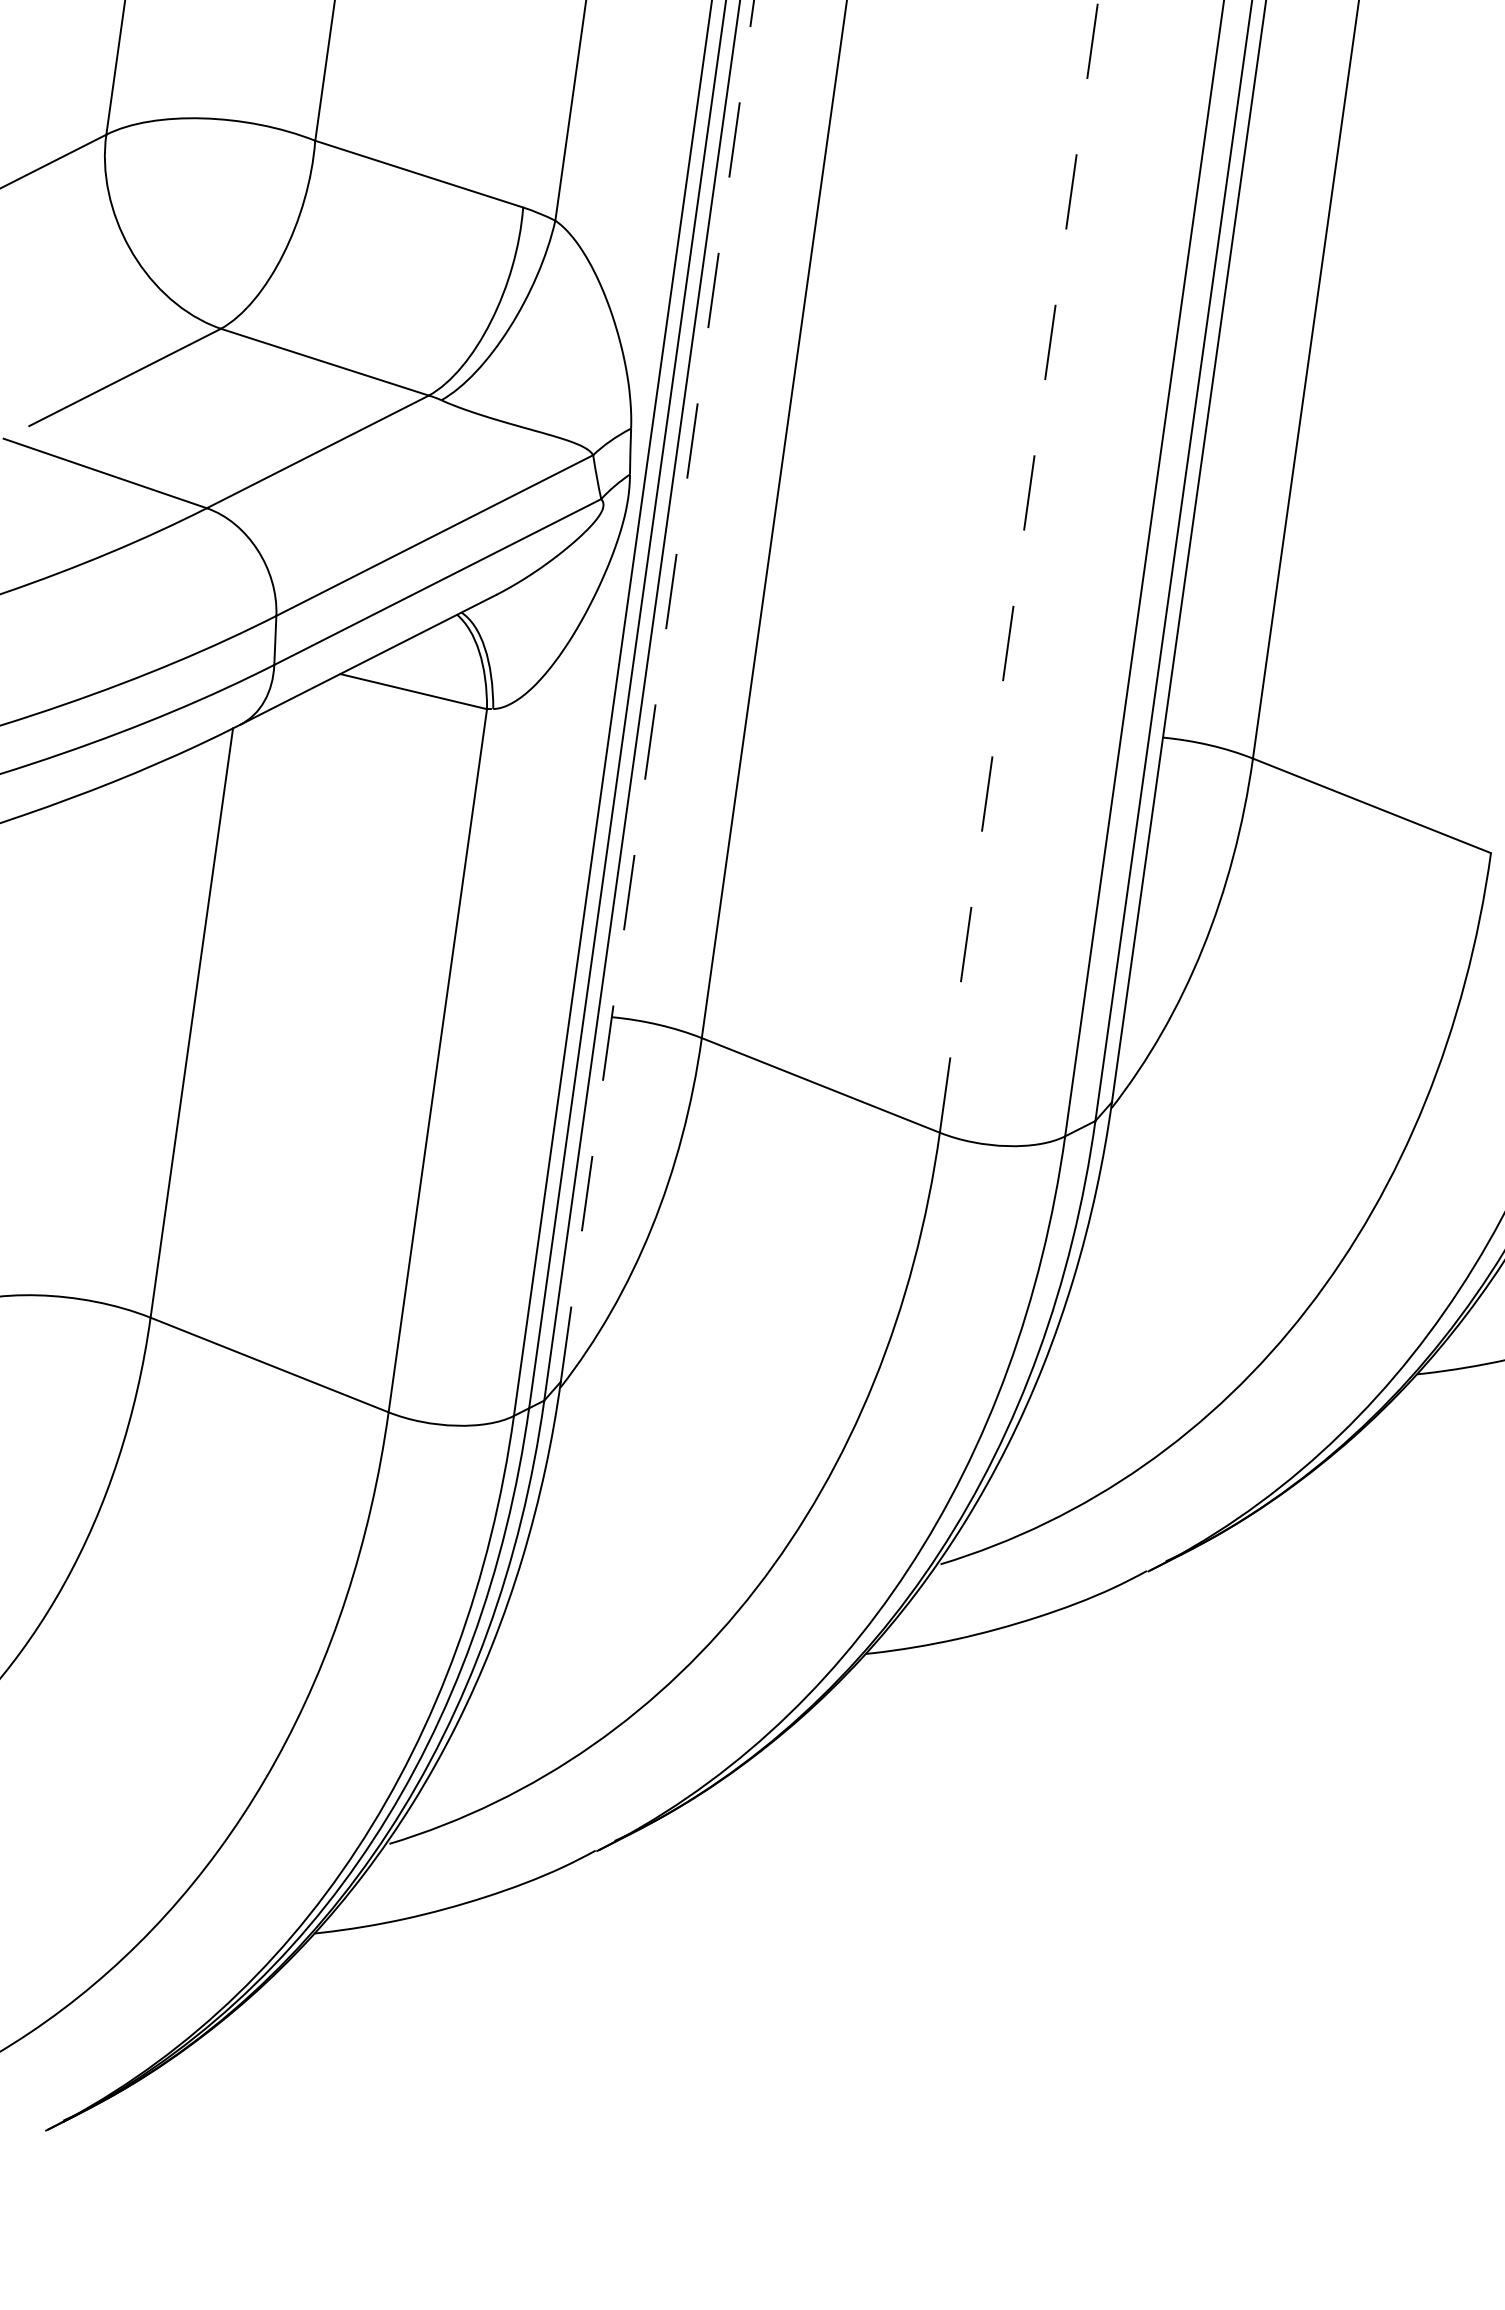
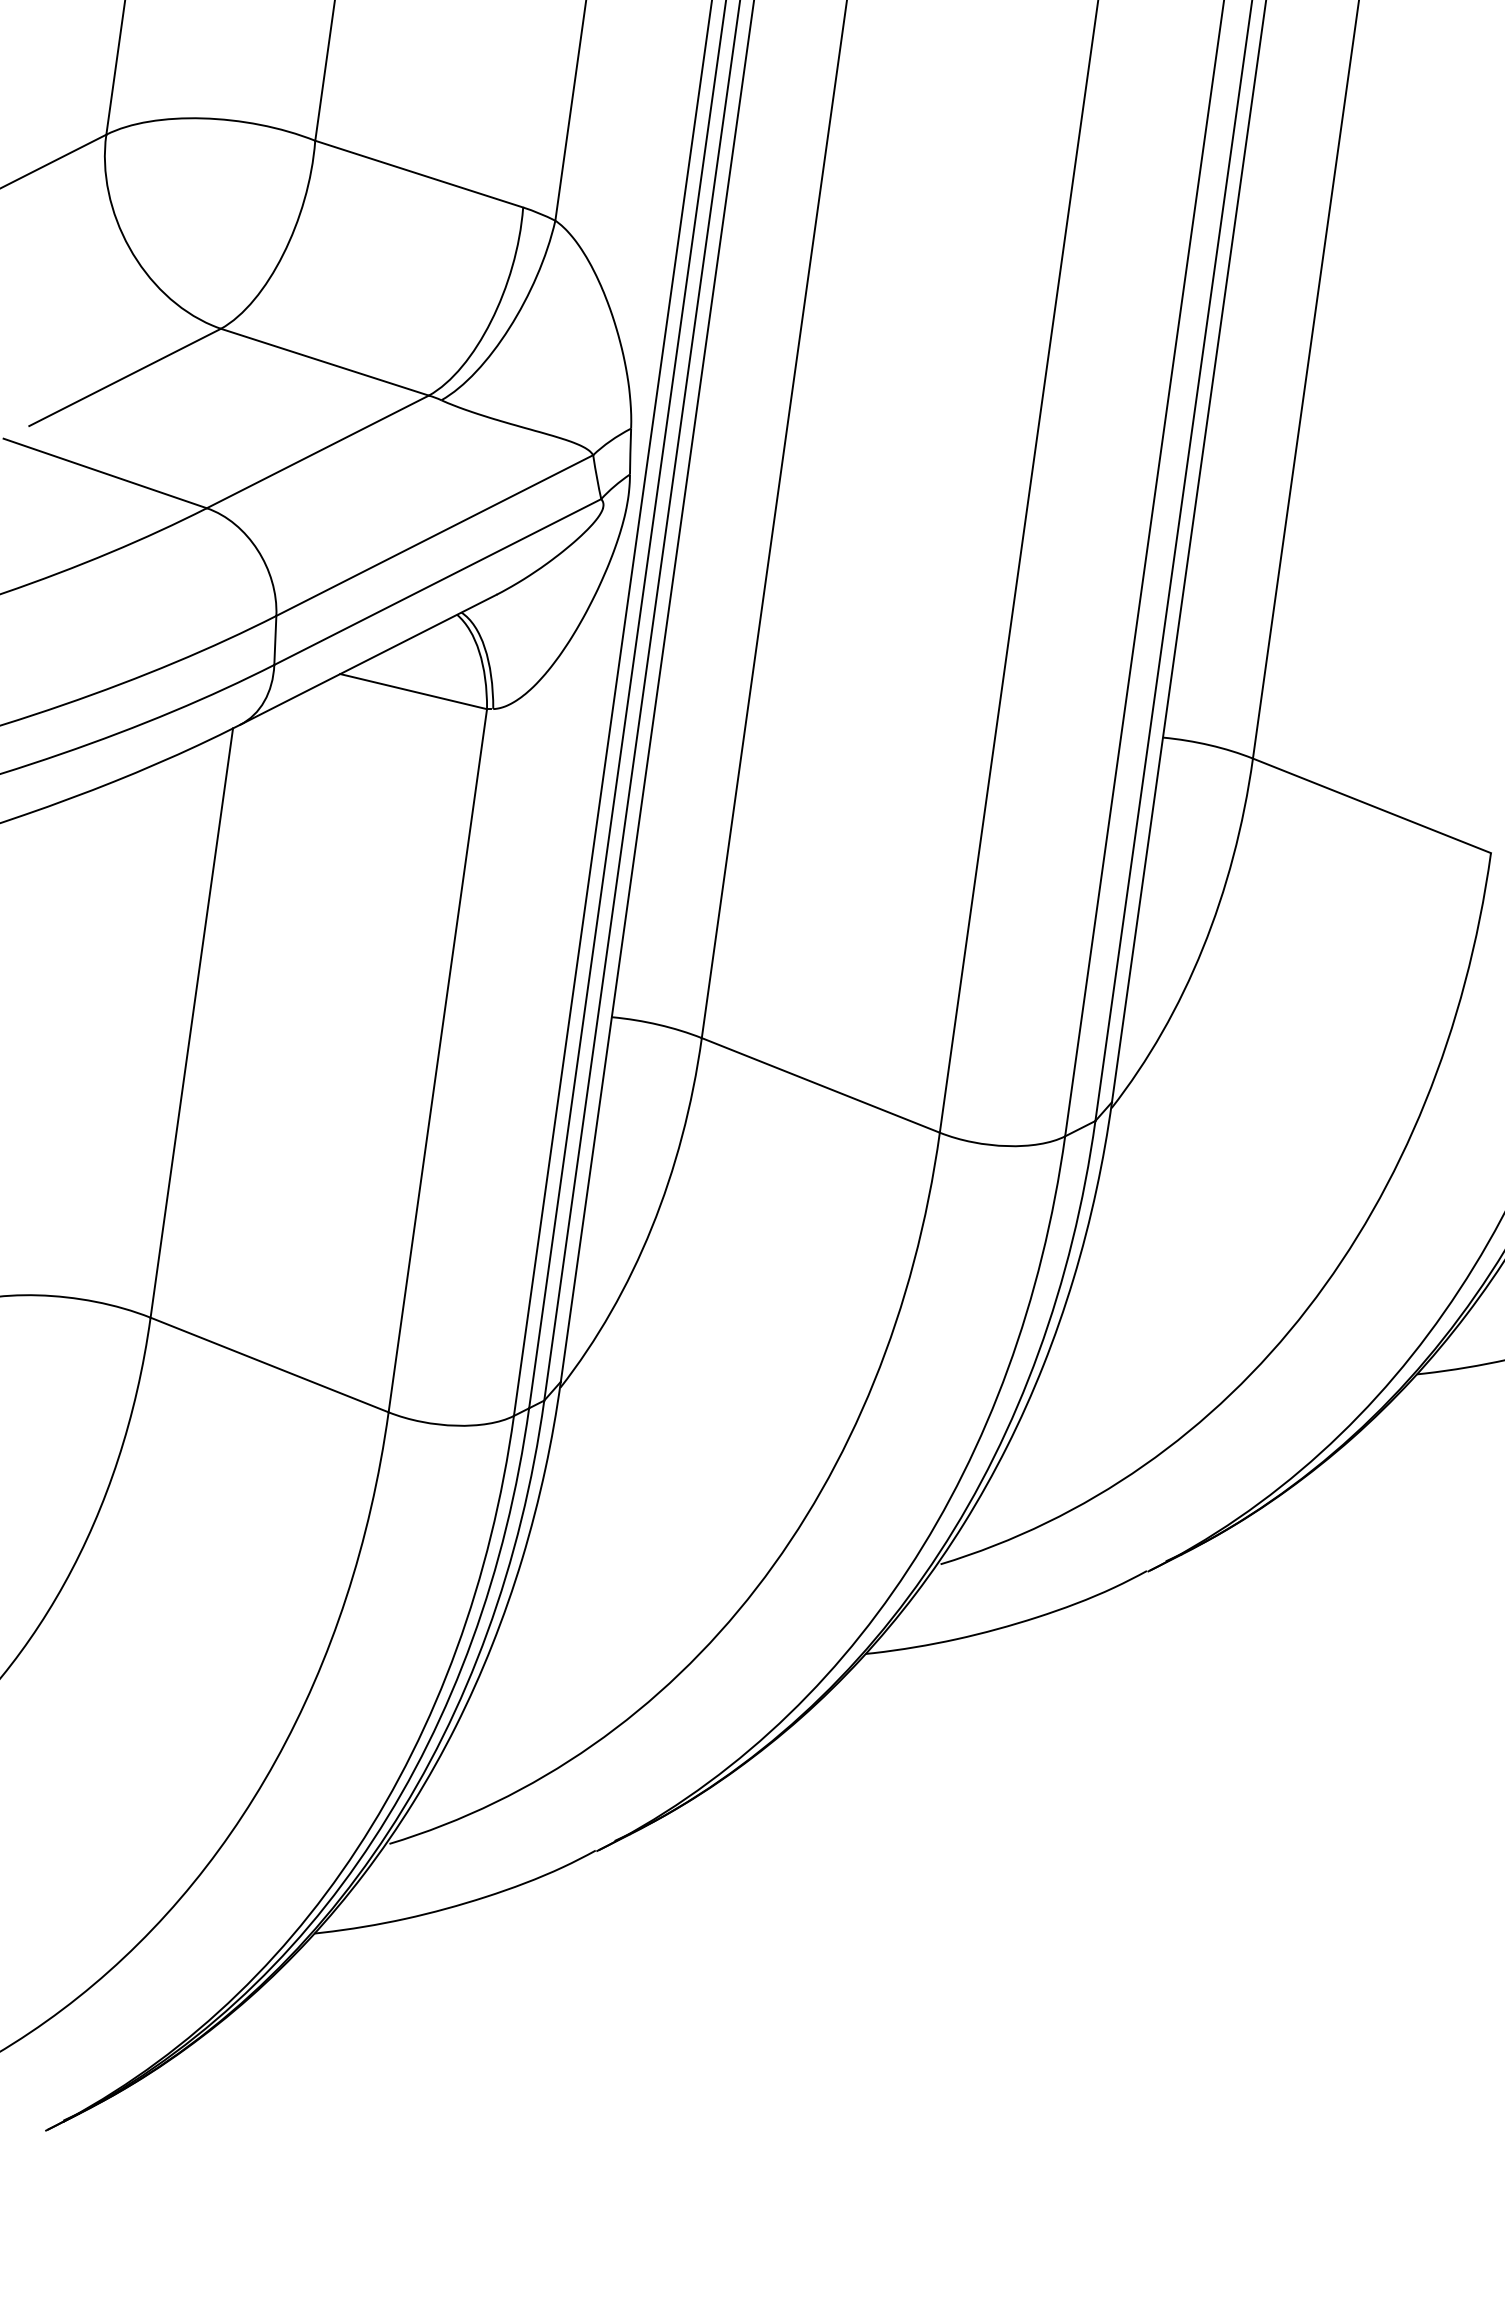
line at (1019, 566): dashed -> solid
line at (657, 690): dashed -> solid
